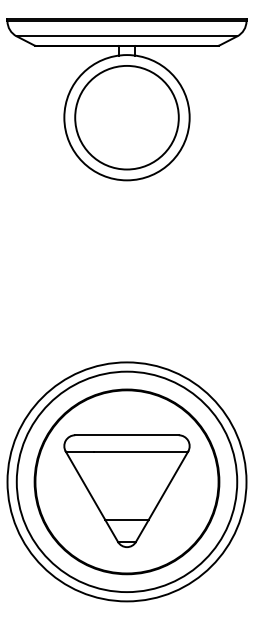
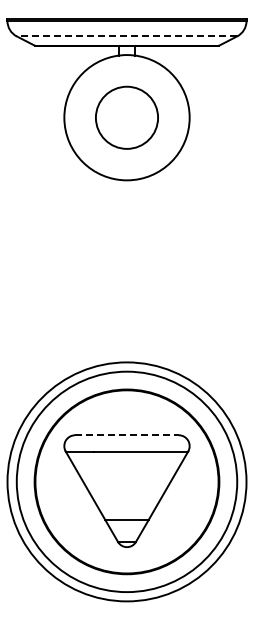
line at (126, 36): solid -> dashed
circle at (126, 117) size: 106x106 px -> 64x65 px
line at (127, 435): solid -> dashed
